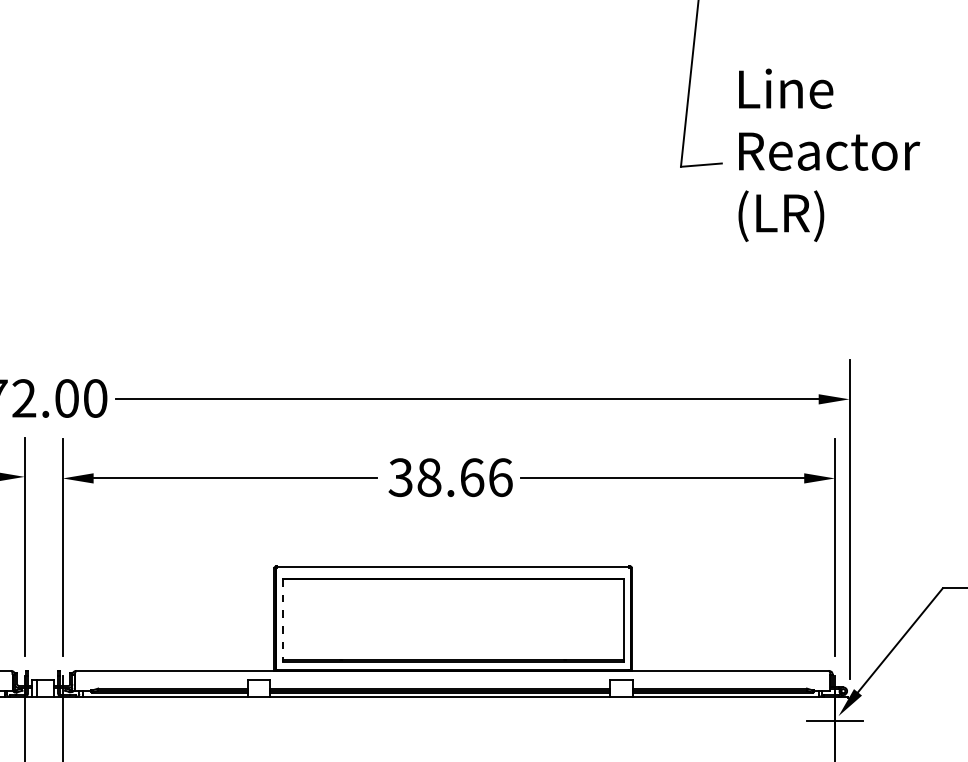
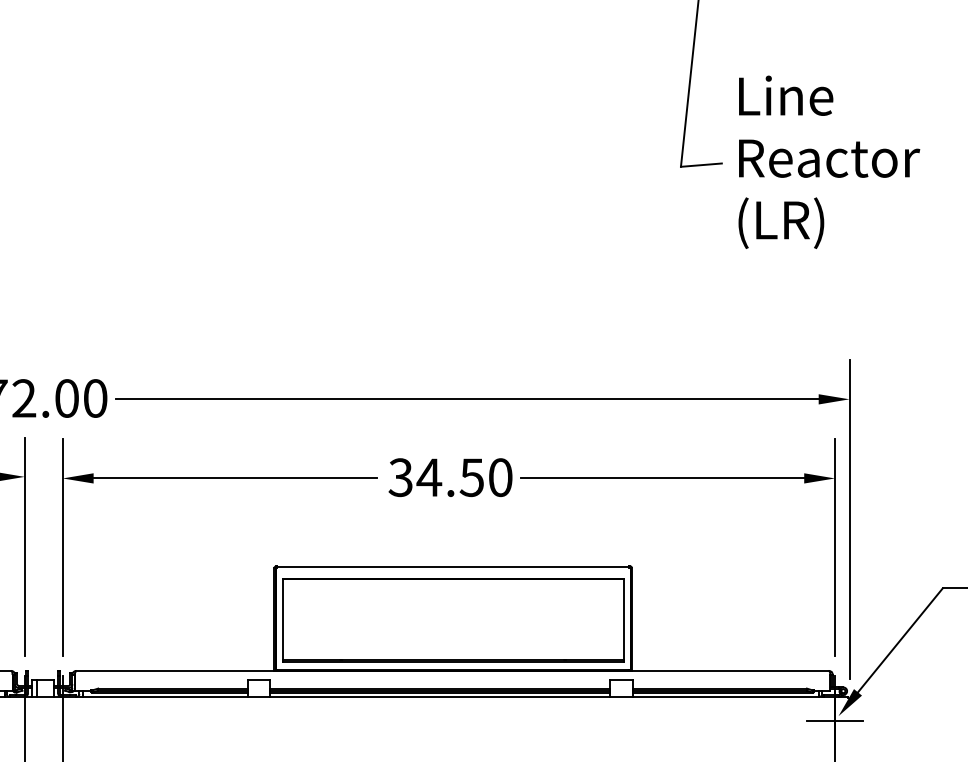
text at (829, 154) position: (829, 154) -> (829, 161)
text at (464, 477): 38.66 -> 34.50
line at (282, 620): dashed -> solid
